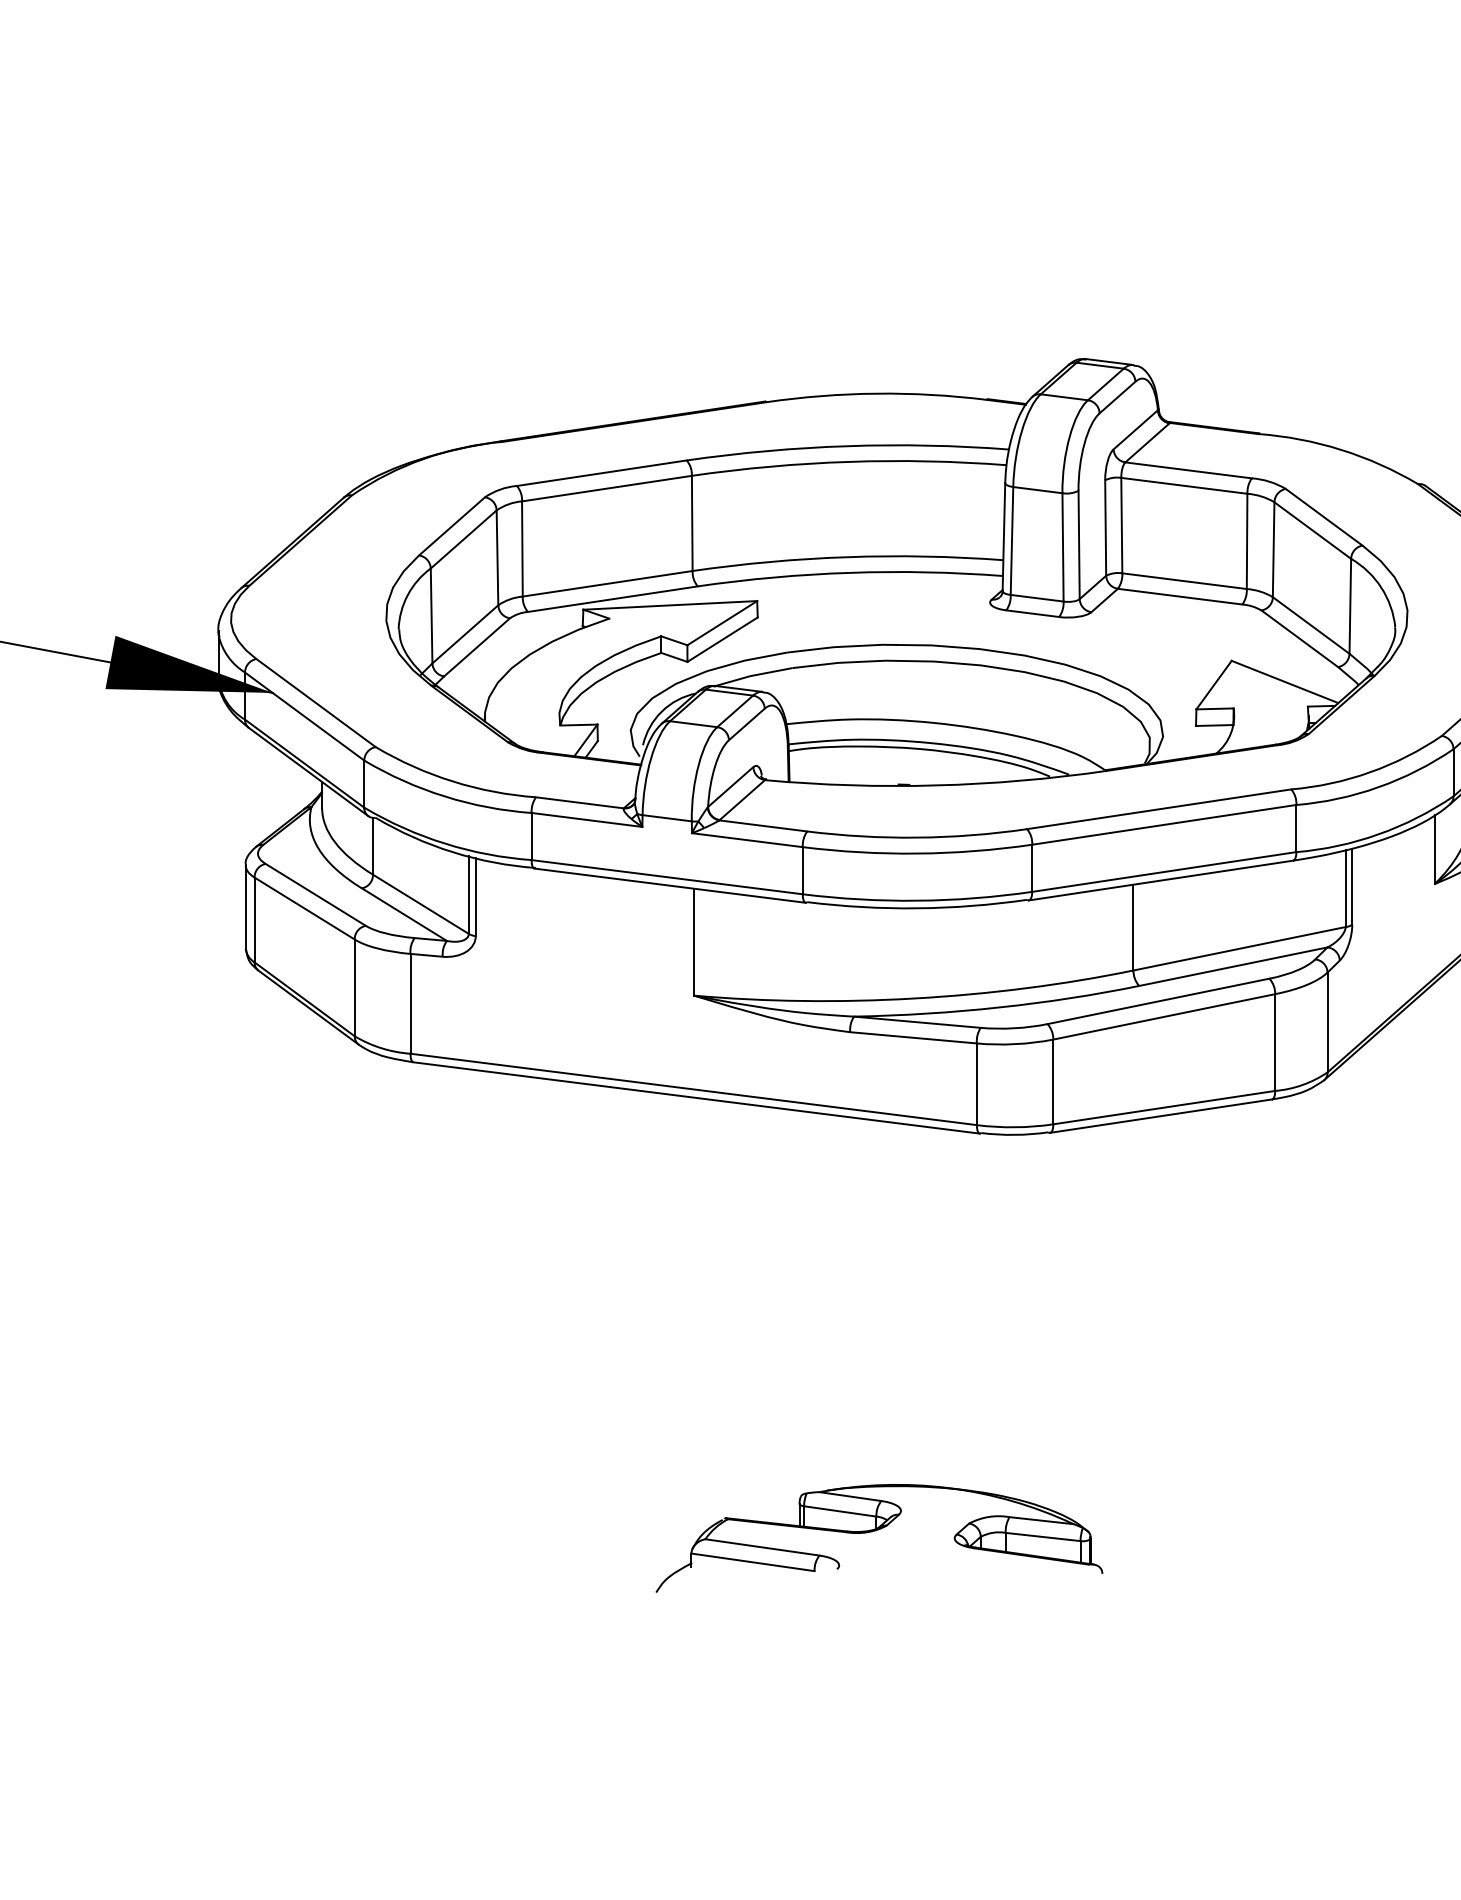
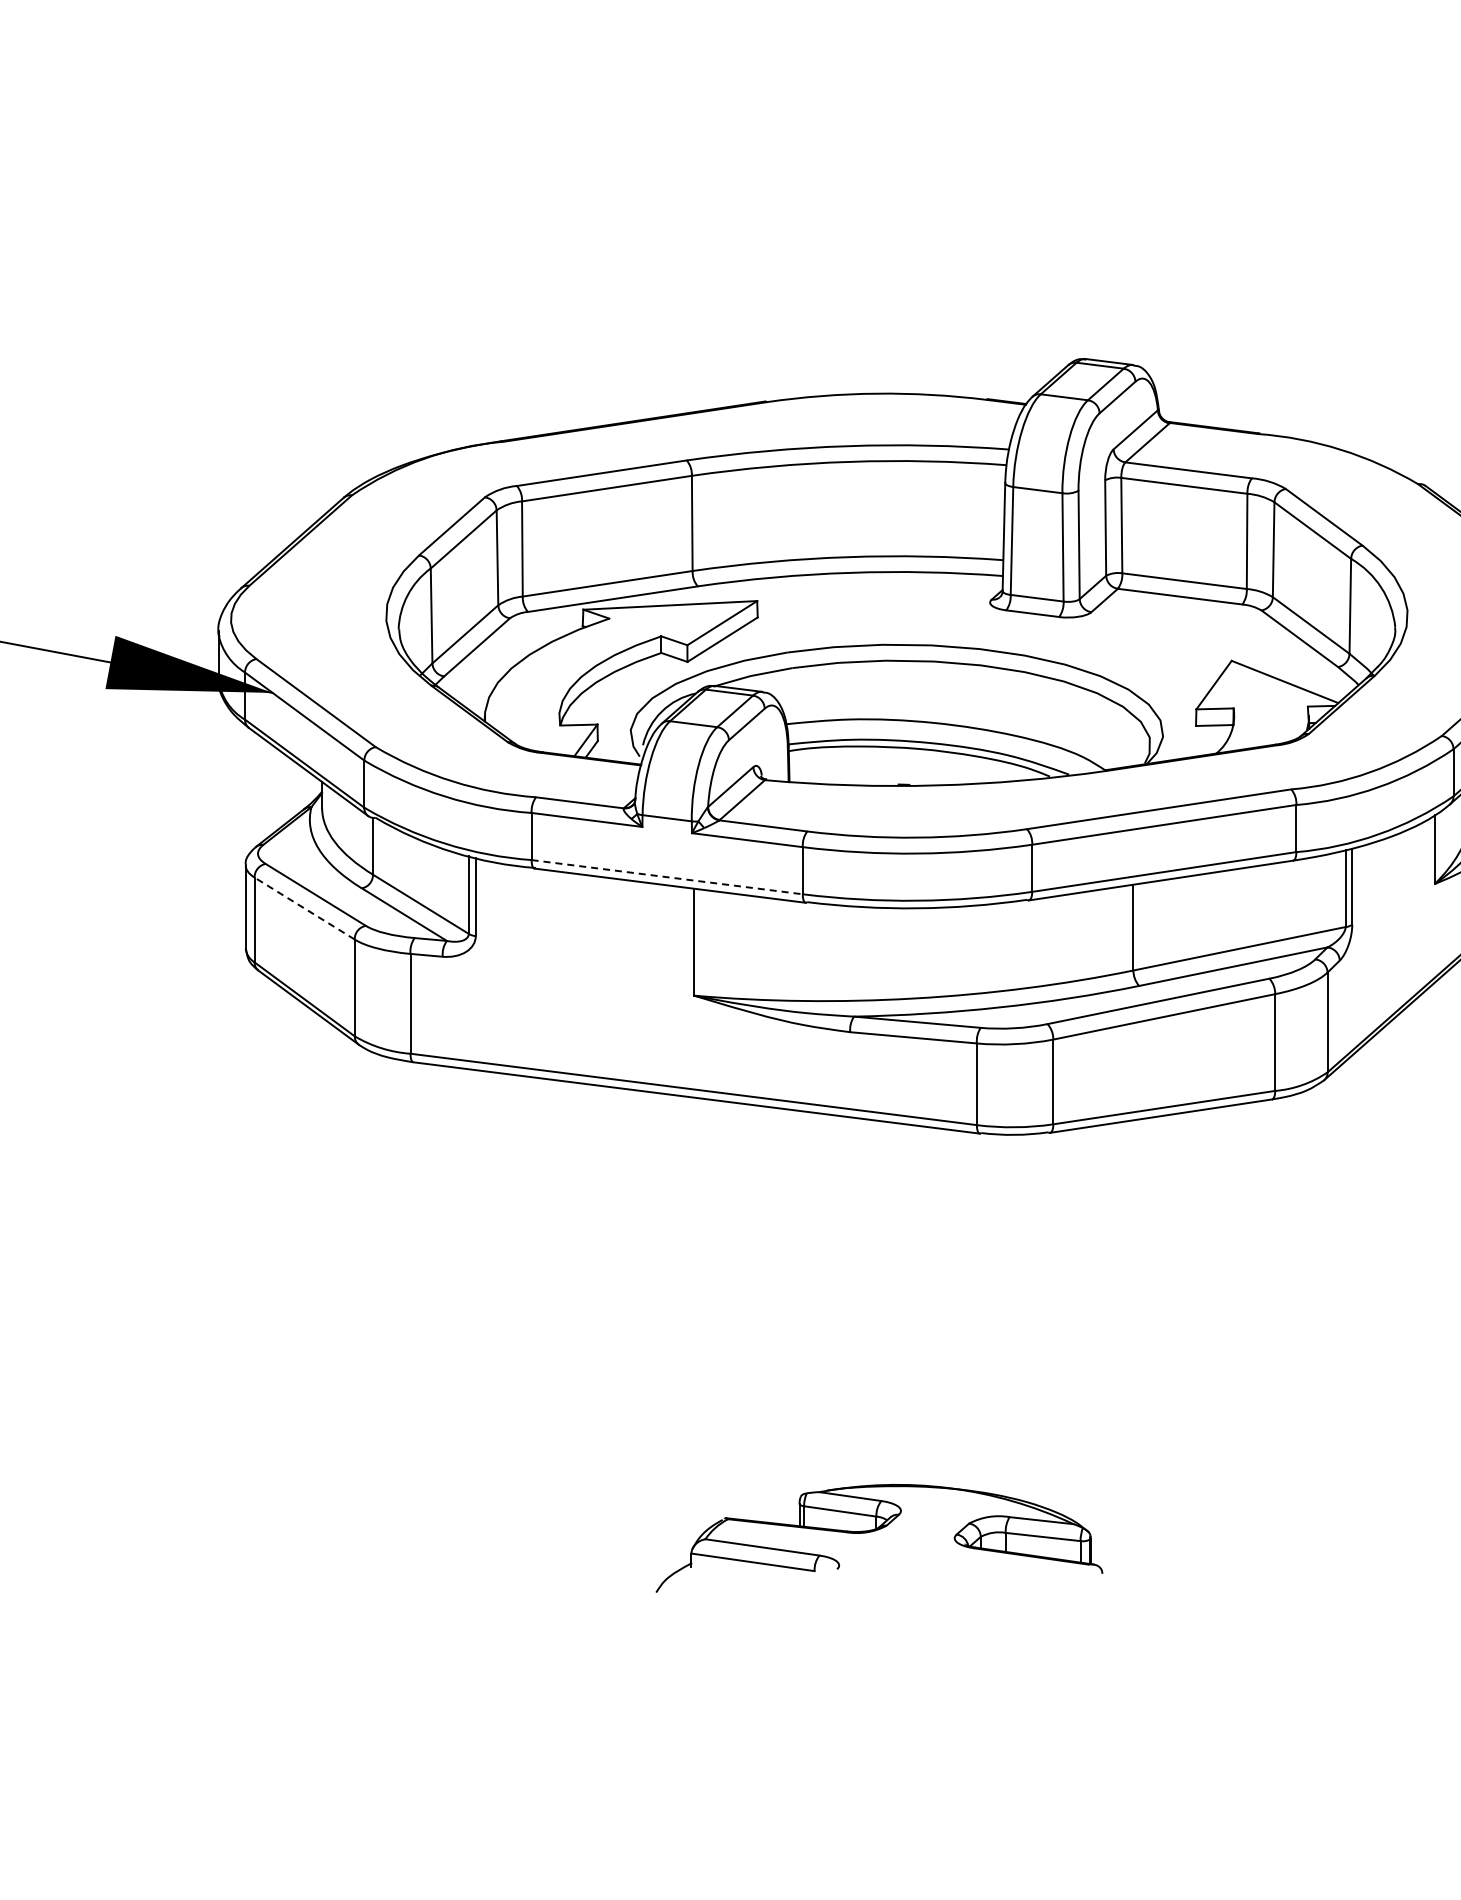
line at (667, 877): solid -> dashed
line at (304, 908): solid -> dashed
